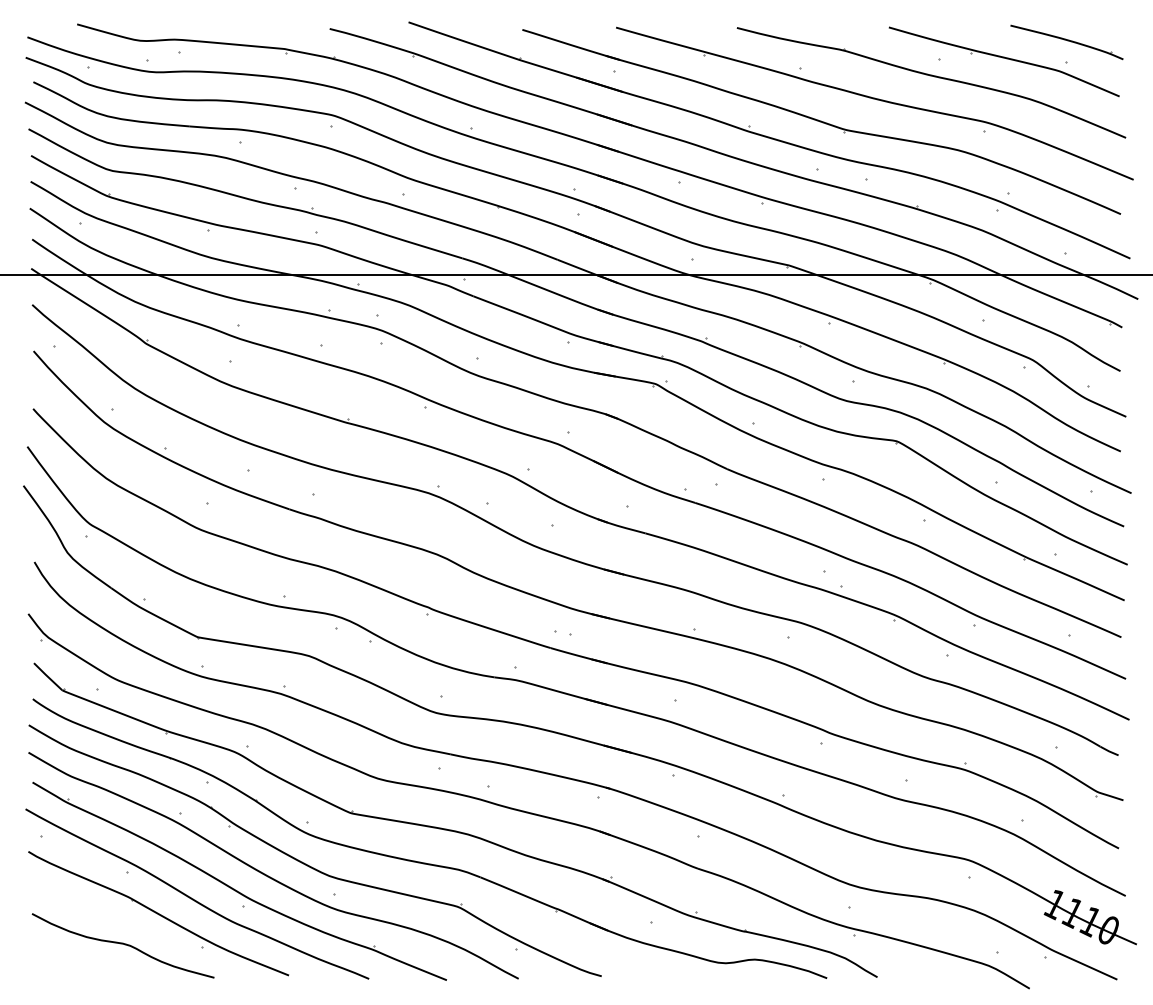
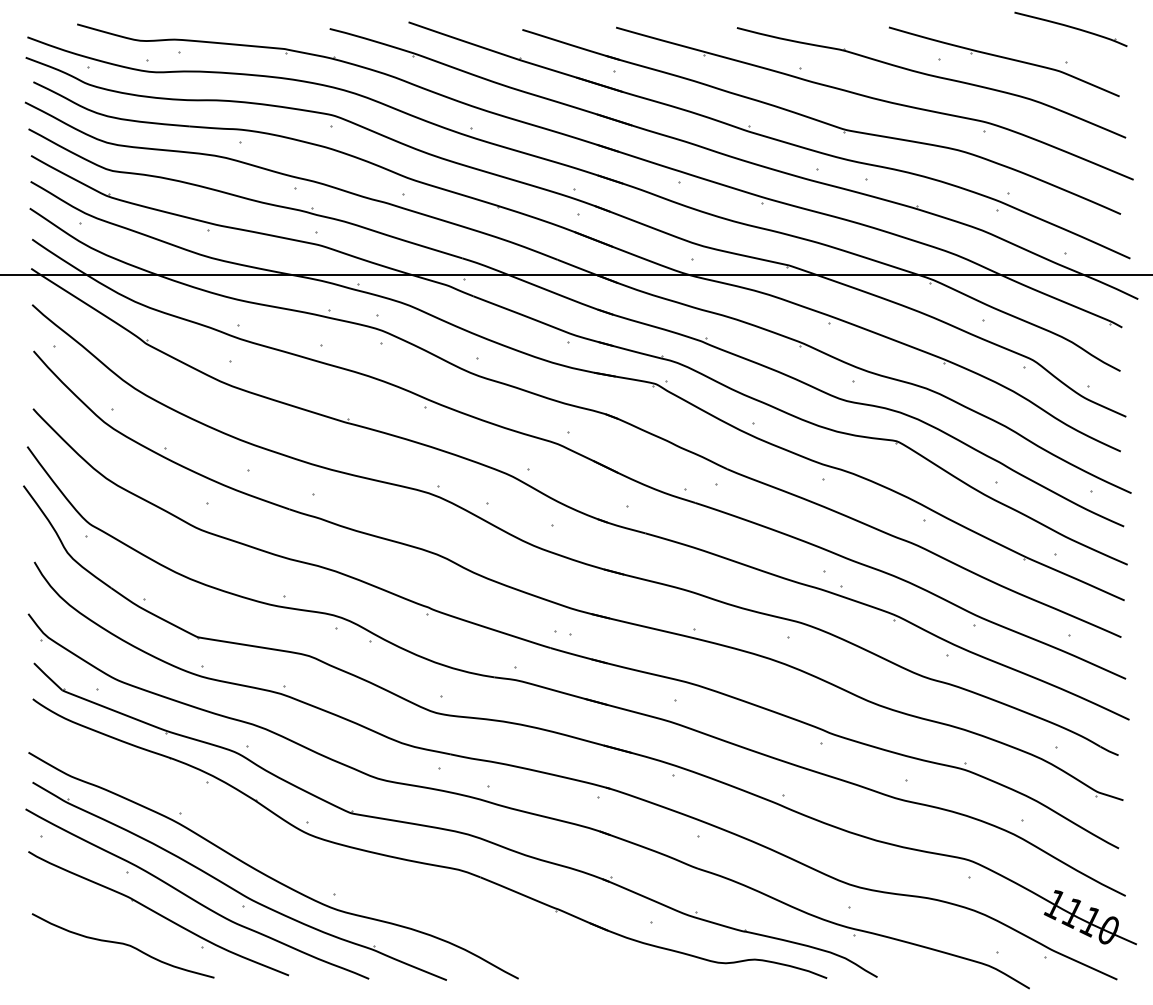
part at (1066, 42) position: (1066, 42) -> (1070, 29)
part at (306, 863): present -> none
